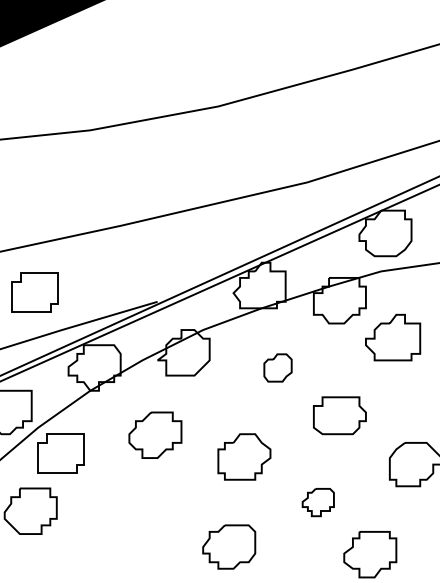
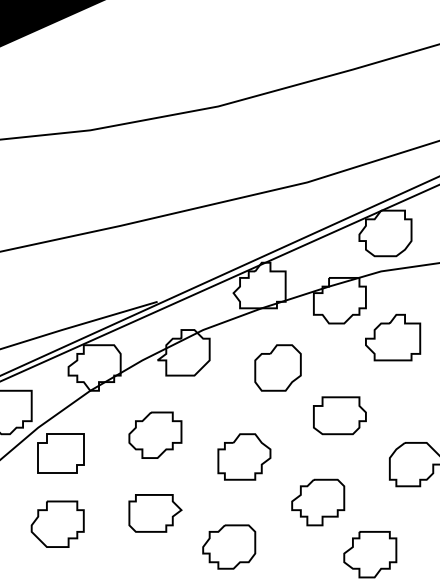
part at (34, 292): present -> none
part at (277, 367) size: 30x30 px -> 48x48 px
part at (317, 502) size: 34x30 px -> 55x49 px
part at (30, 510) position: (30, 510) -> (57, 523)
part at (155, 513): none -> present
